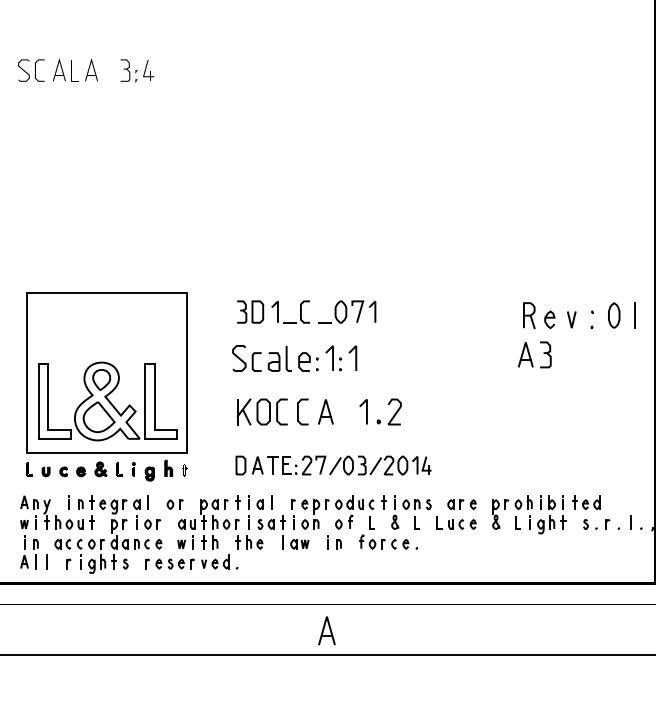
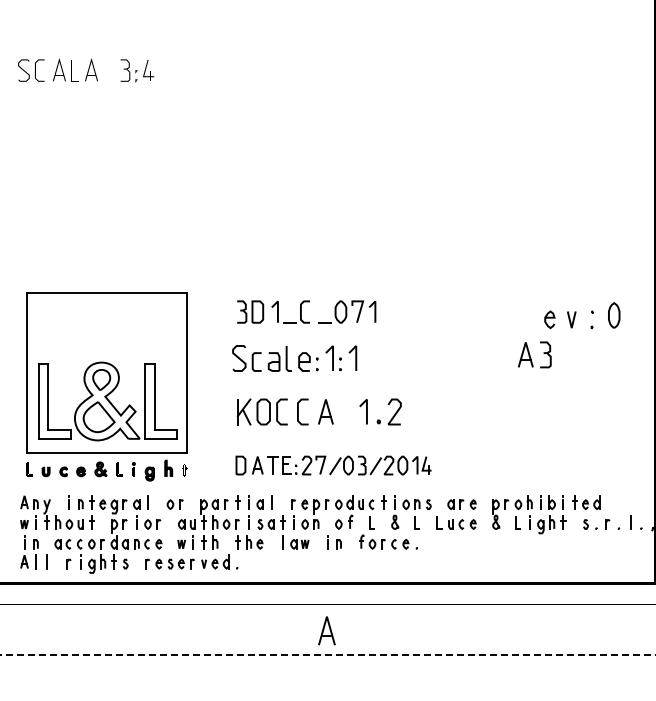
part at (529, 315): present -> none
line at (635, 315): present -> none
line at (328, 654): solid -> dashed
